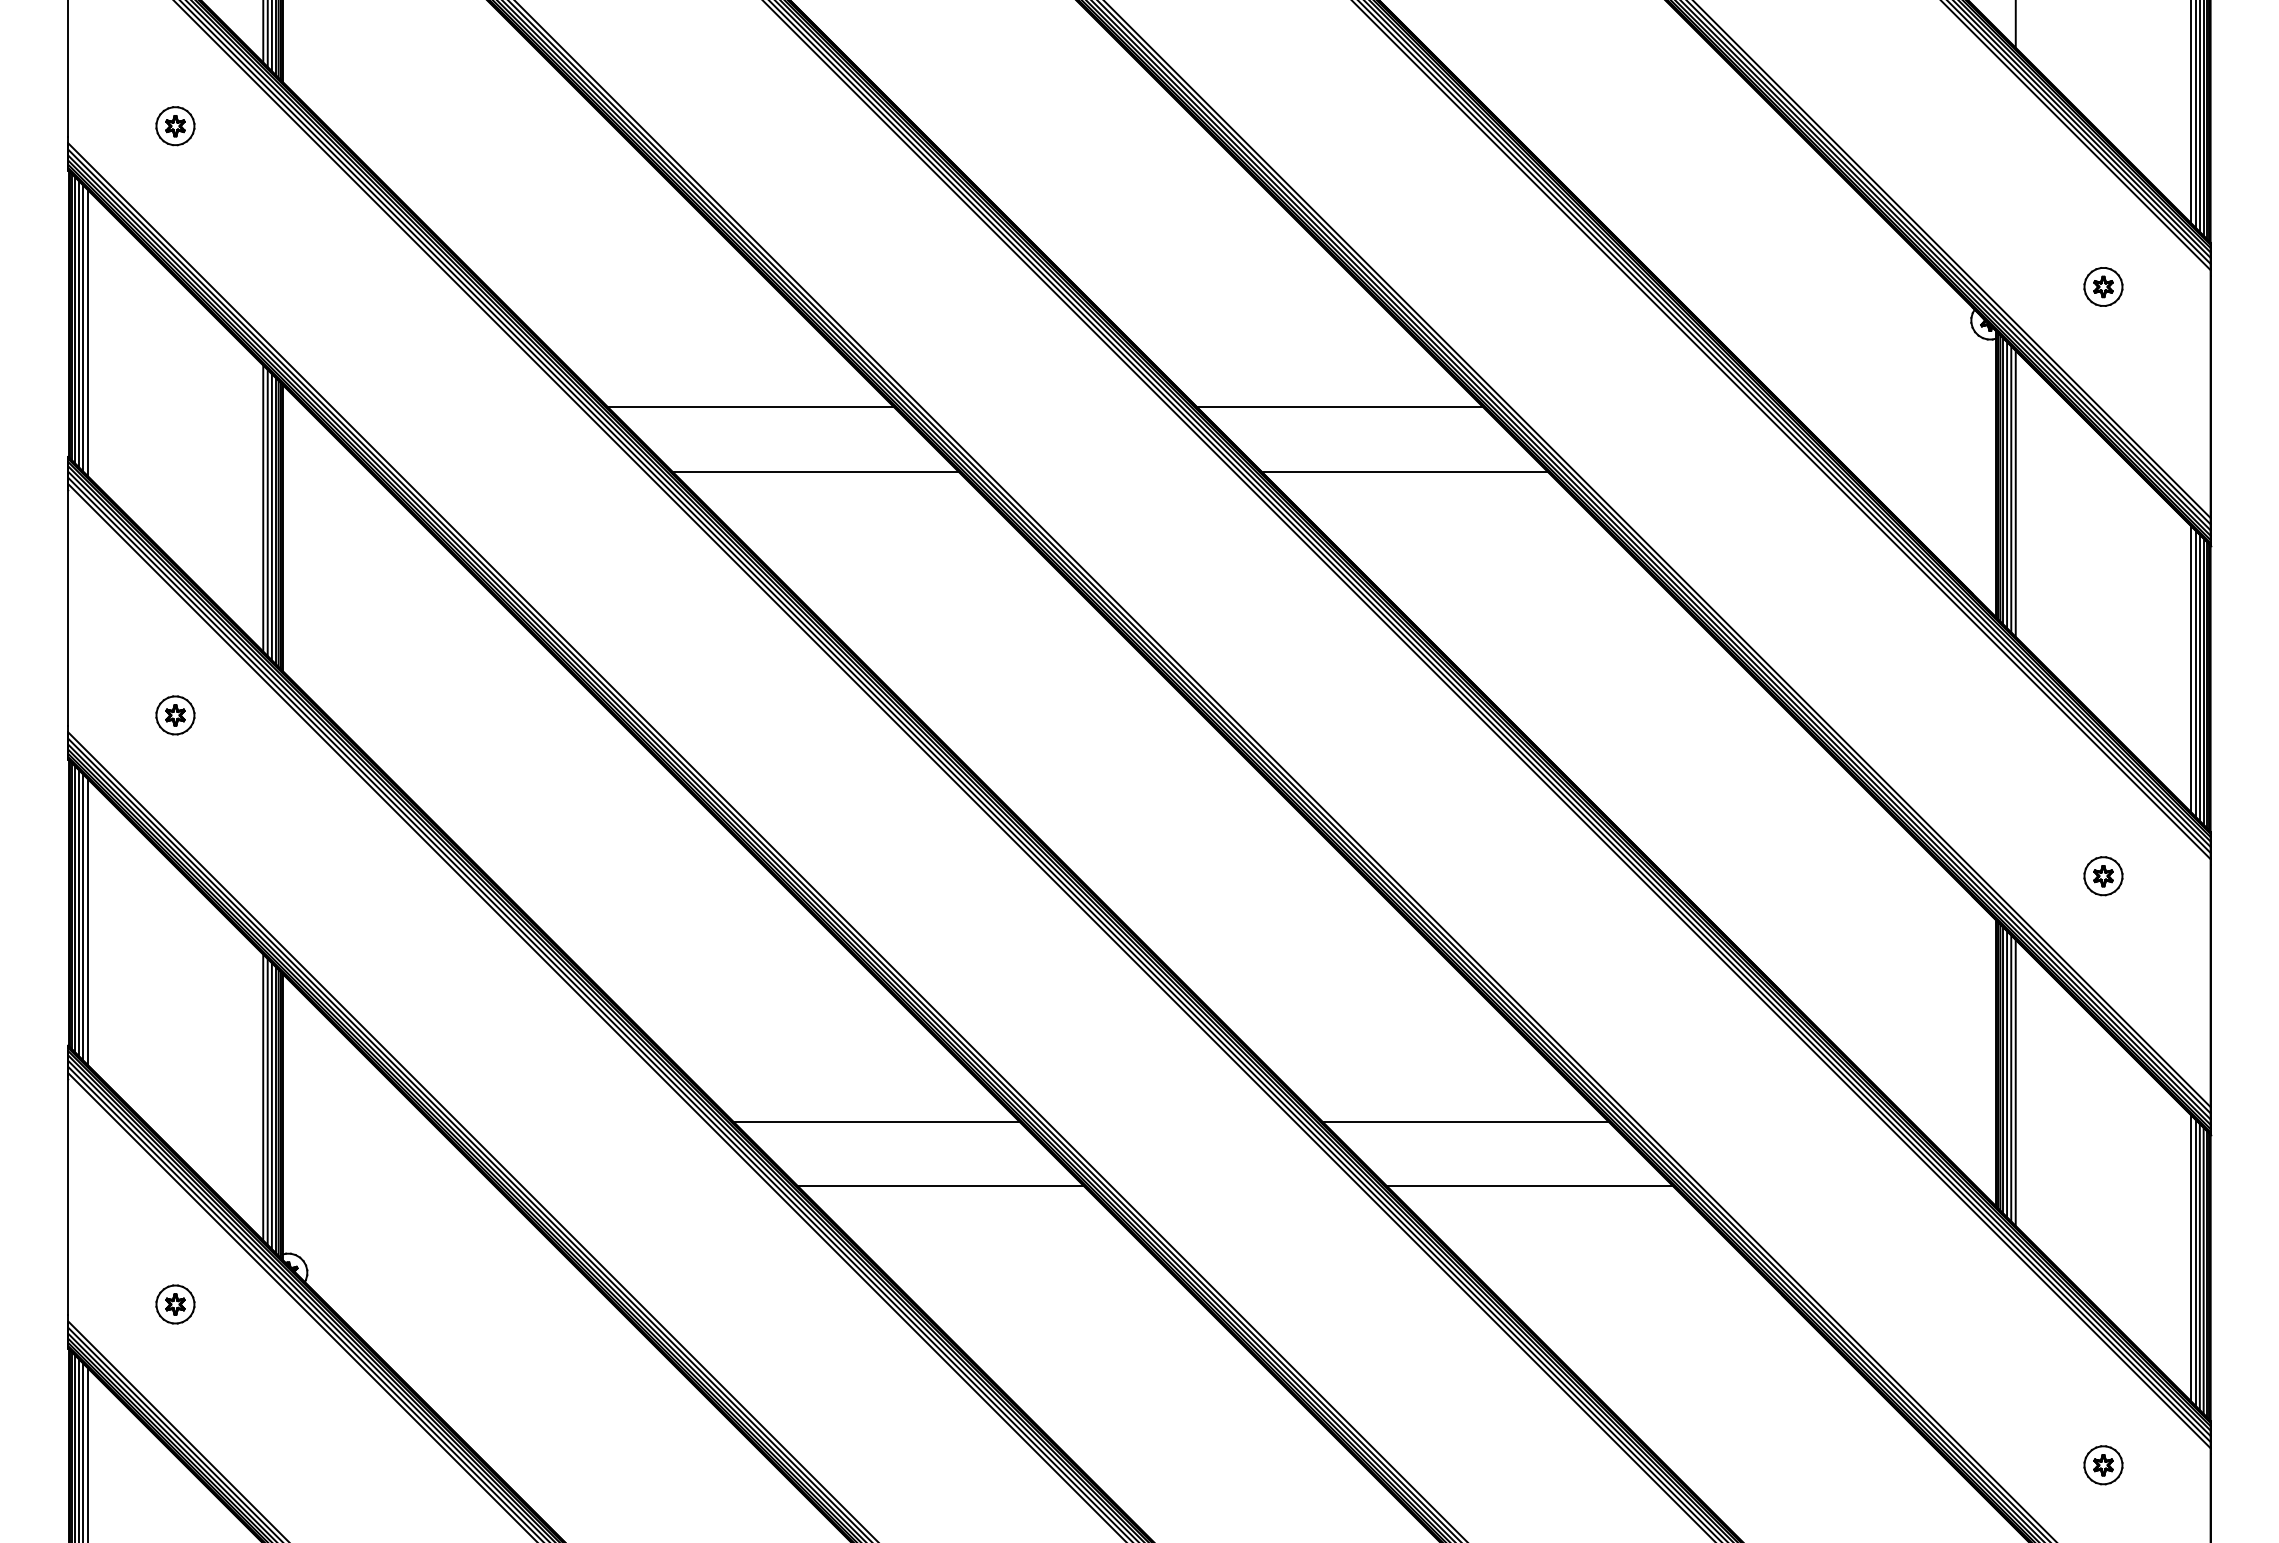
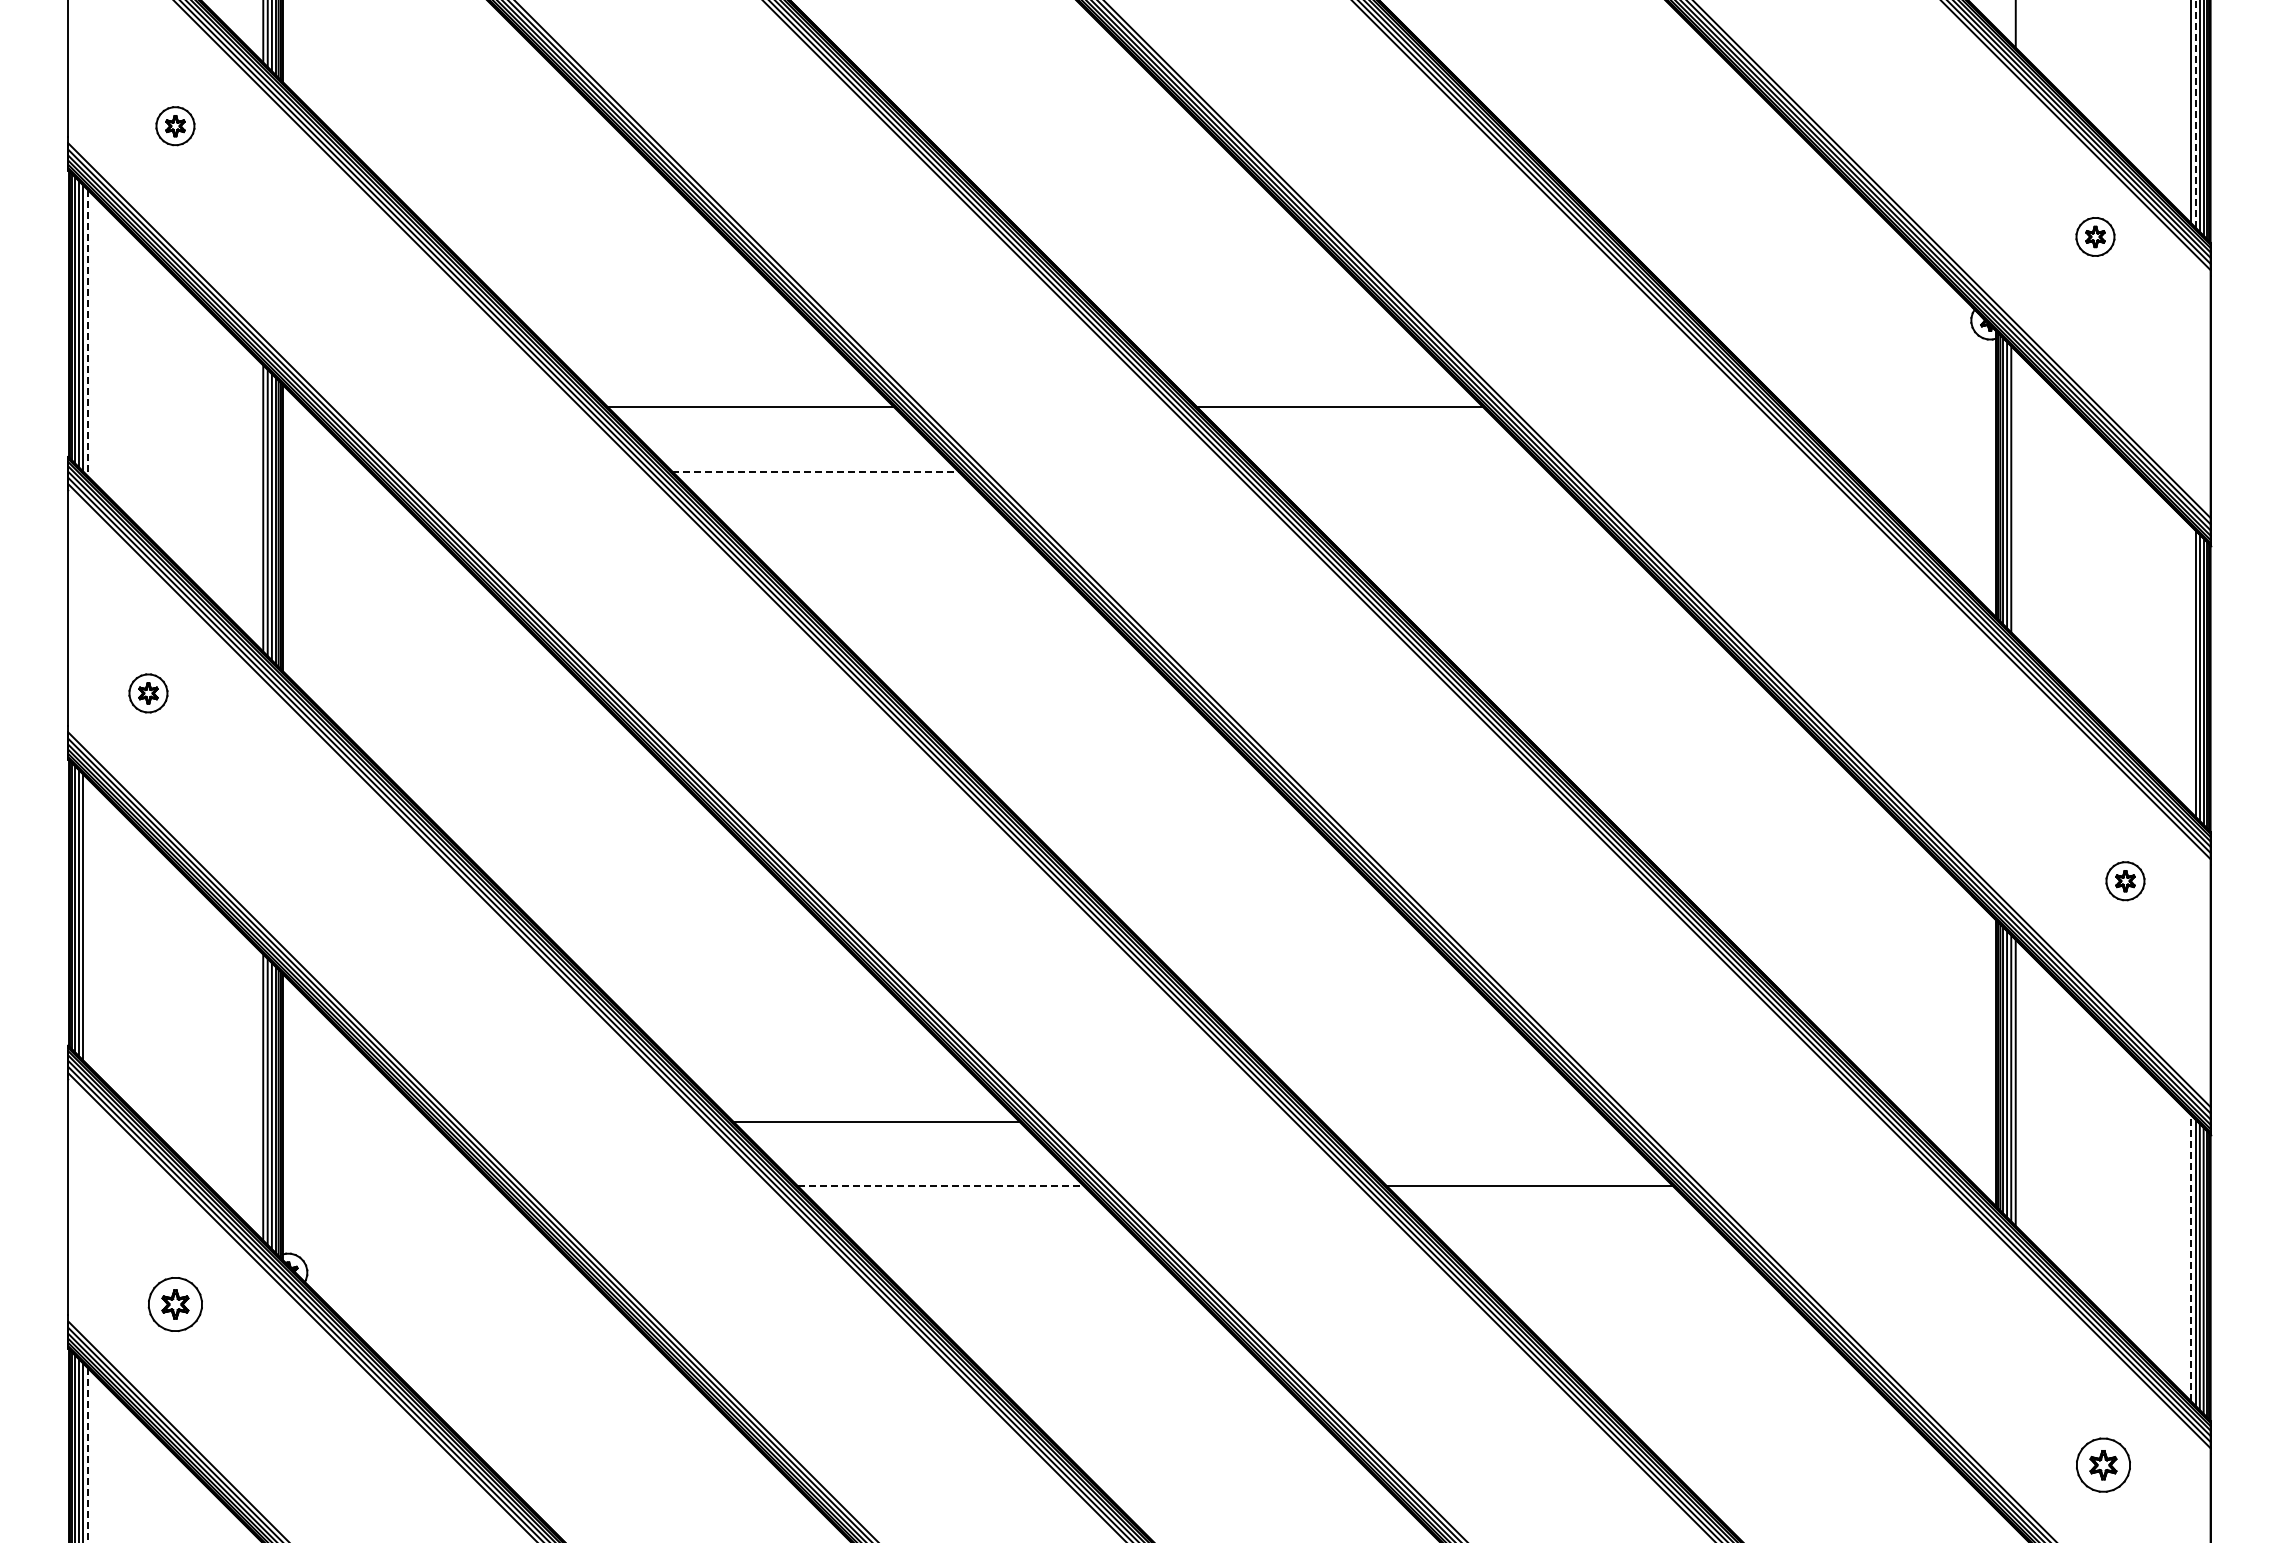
line at (2195, 113): solid -> dashed
part at (2103, 286) position: (2103, 286) -> (2095, 236)
line at (87, 333): solid -> dashed
line at (816, 471): solid -> dashed
line at (1404, 471): present -> none
line at (2015, 493): present -> none
line at (2191, 669): present -> none
part at (175, 715) position: (175, 715) -> (148, 693)
part at (2103, 876) position: (2103, 876) -> (2125, 881)
line at (87, 922): present -> none
line at (1465, 1121): present -> none
line at (941, 1185): solid -> dashed
line at (2191, 1257): solid -> dashed
part at (175, 1304) size: 41x41 px -> 56x55 px
line at (87, 1455): solid -> dashed
part at (2103, 1465) size: 41x41 px -> 55x56 px
